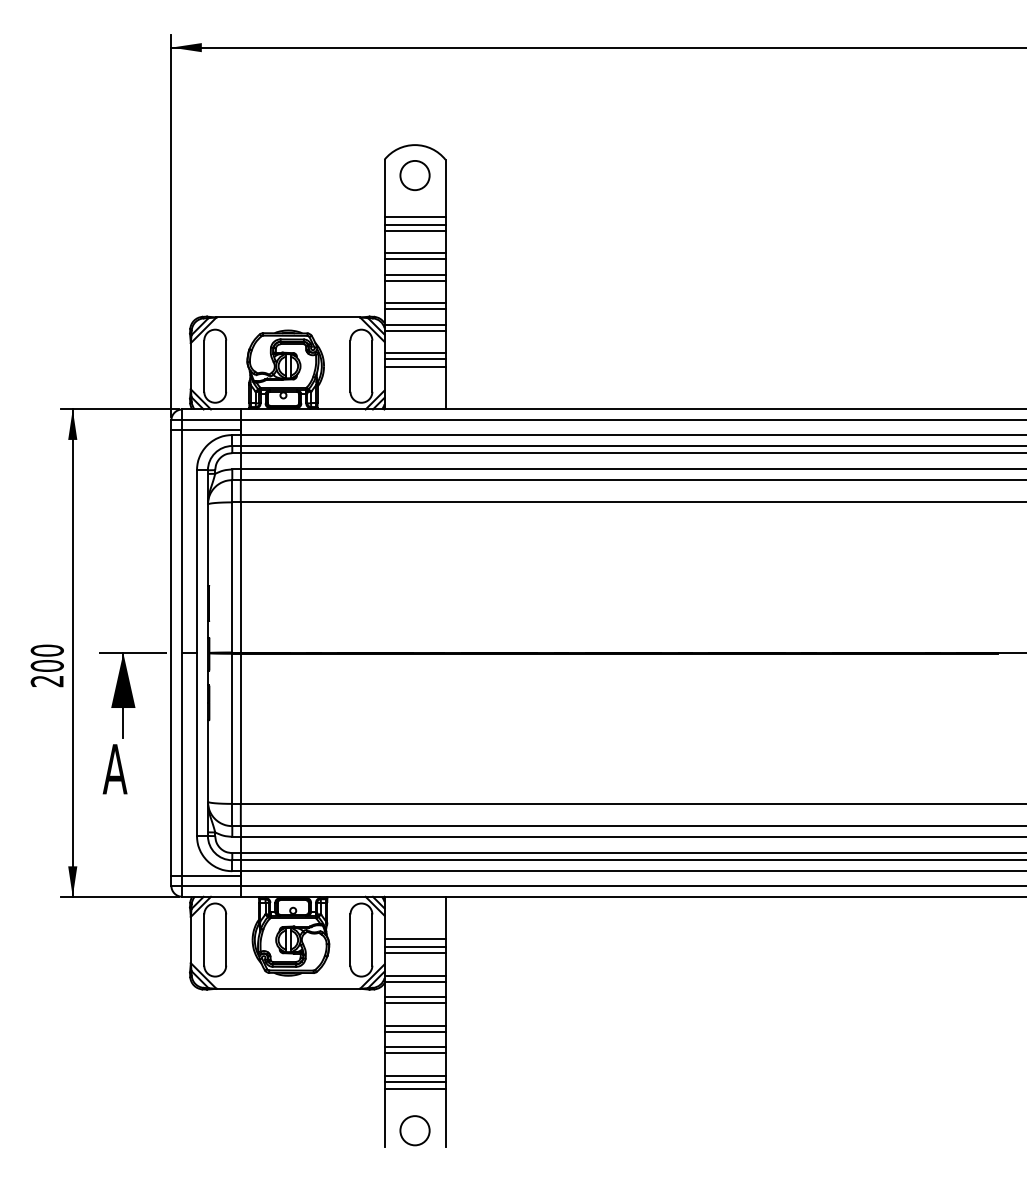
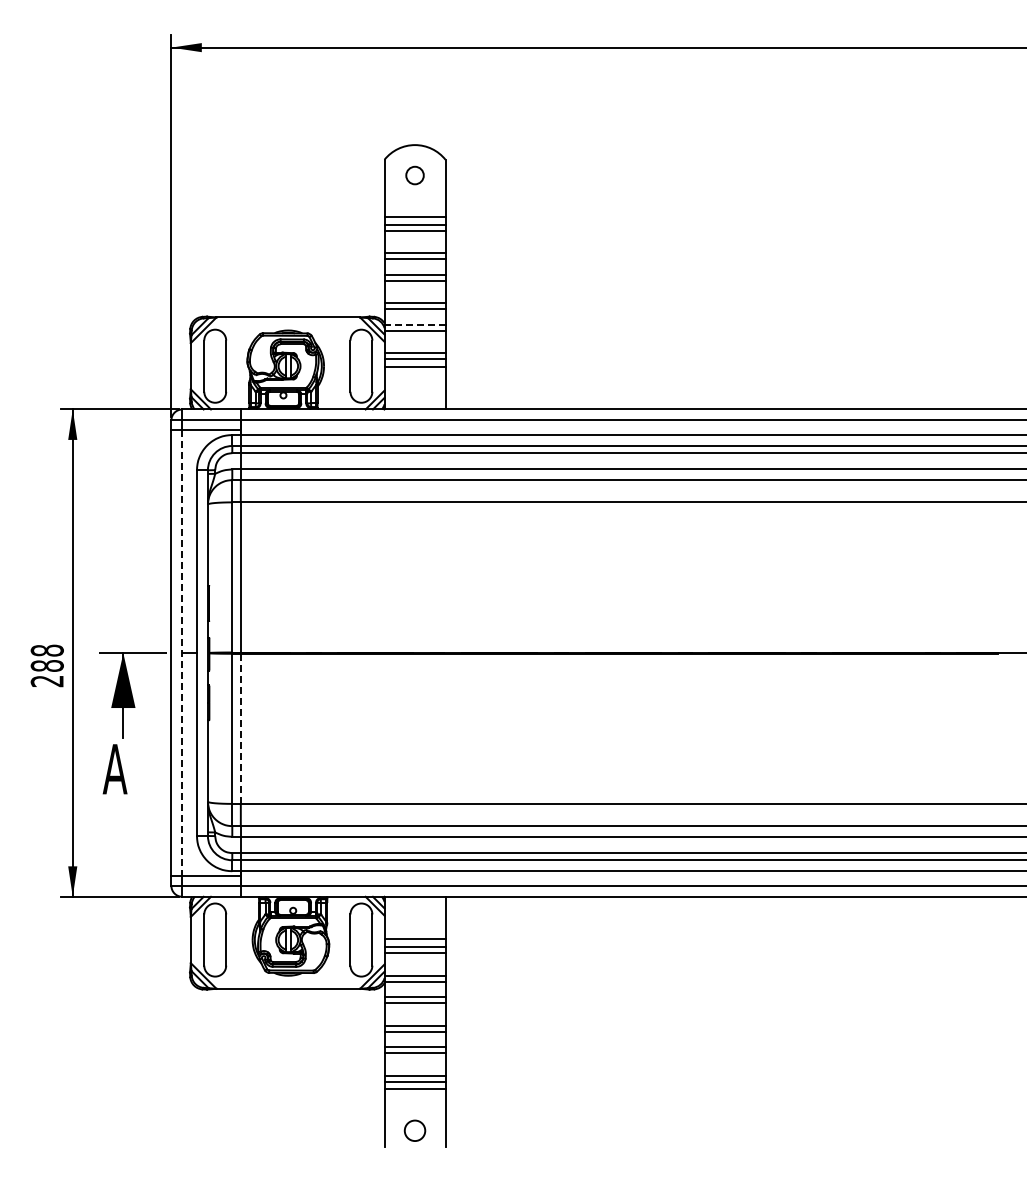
circle at (414, 175) diameter: 29 px -> 18 px
line at (414, 324): solid -> dashed
line at (182, 653): solid -> dashed
text at (47, 657): 200 -> 288
line at (240, 728): solid -> dashed
circle at (414, 1130) size: 32x32 px -> 24x23 px
